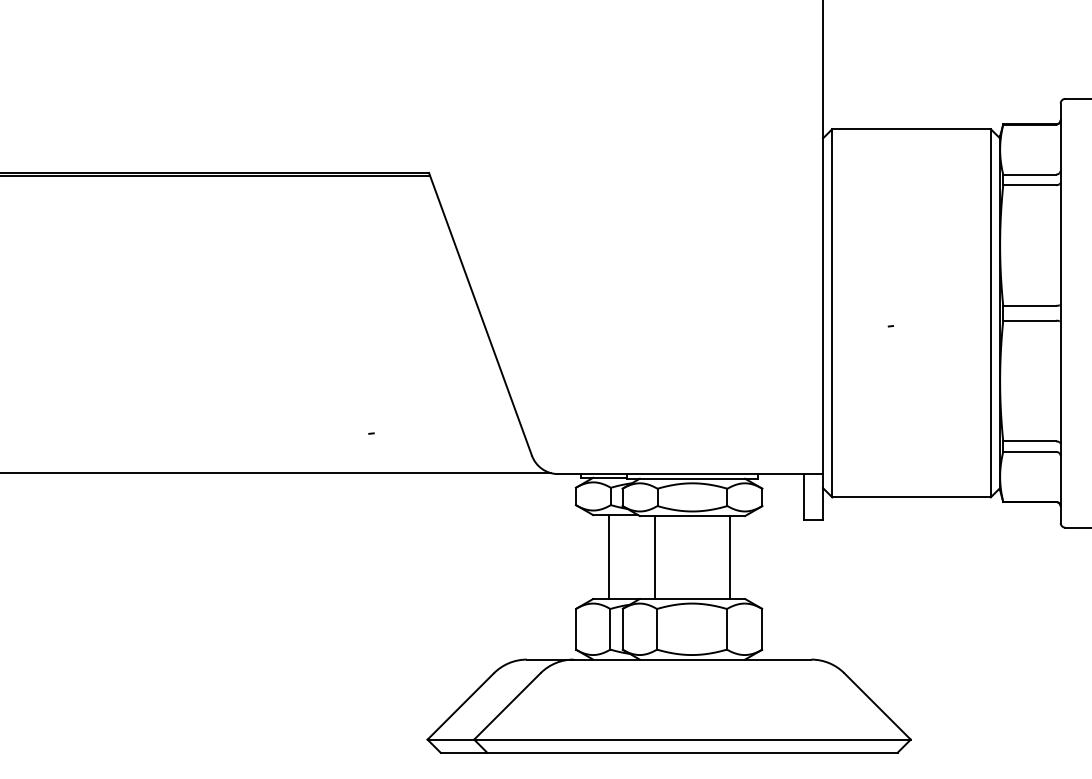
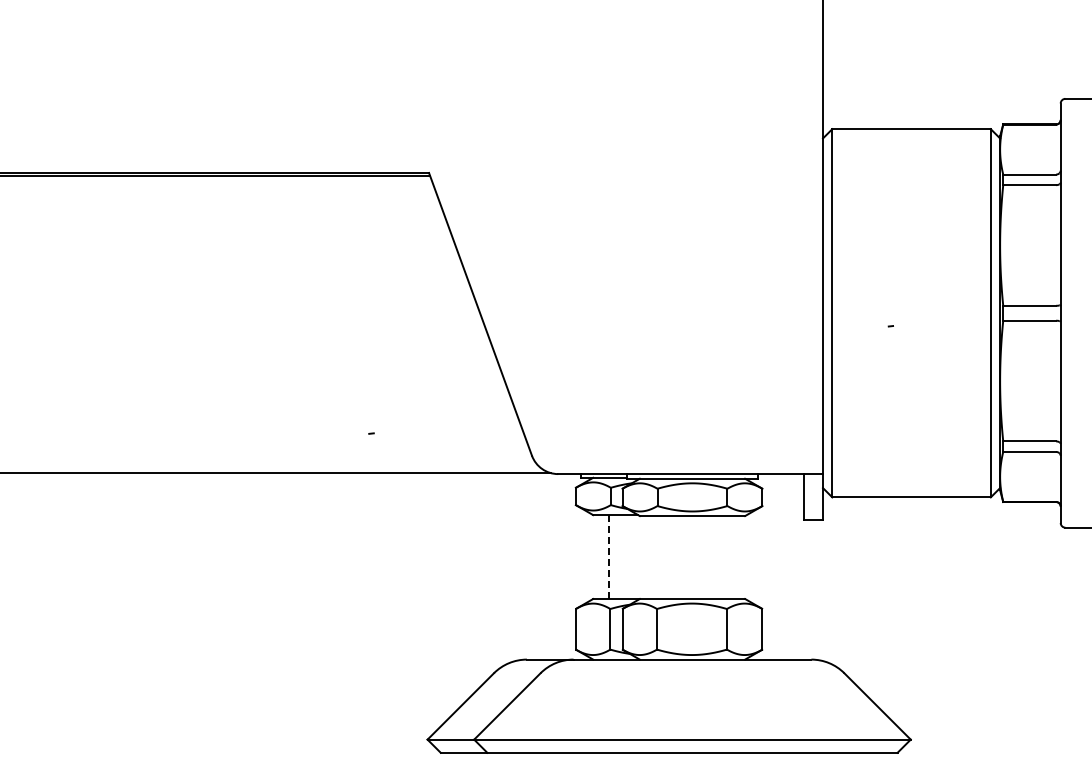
line at (608, 557): solid -> dashed
line at (655, 557): present -> none
line at (729, 557): present -> none
